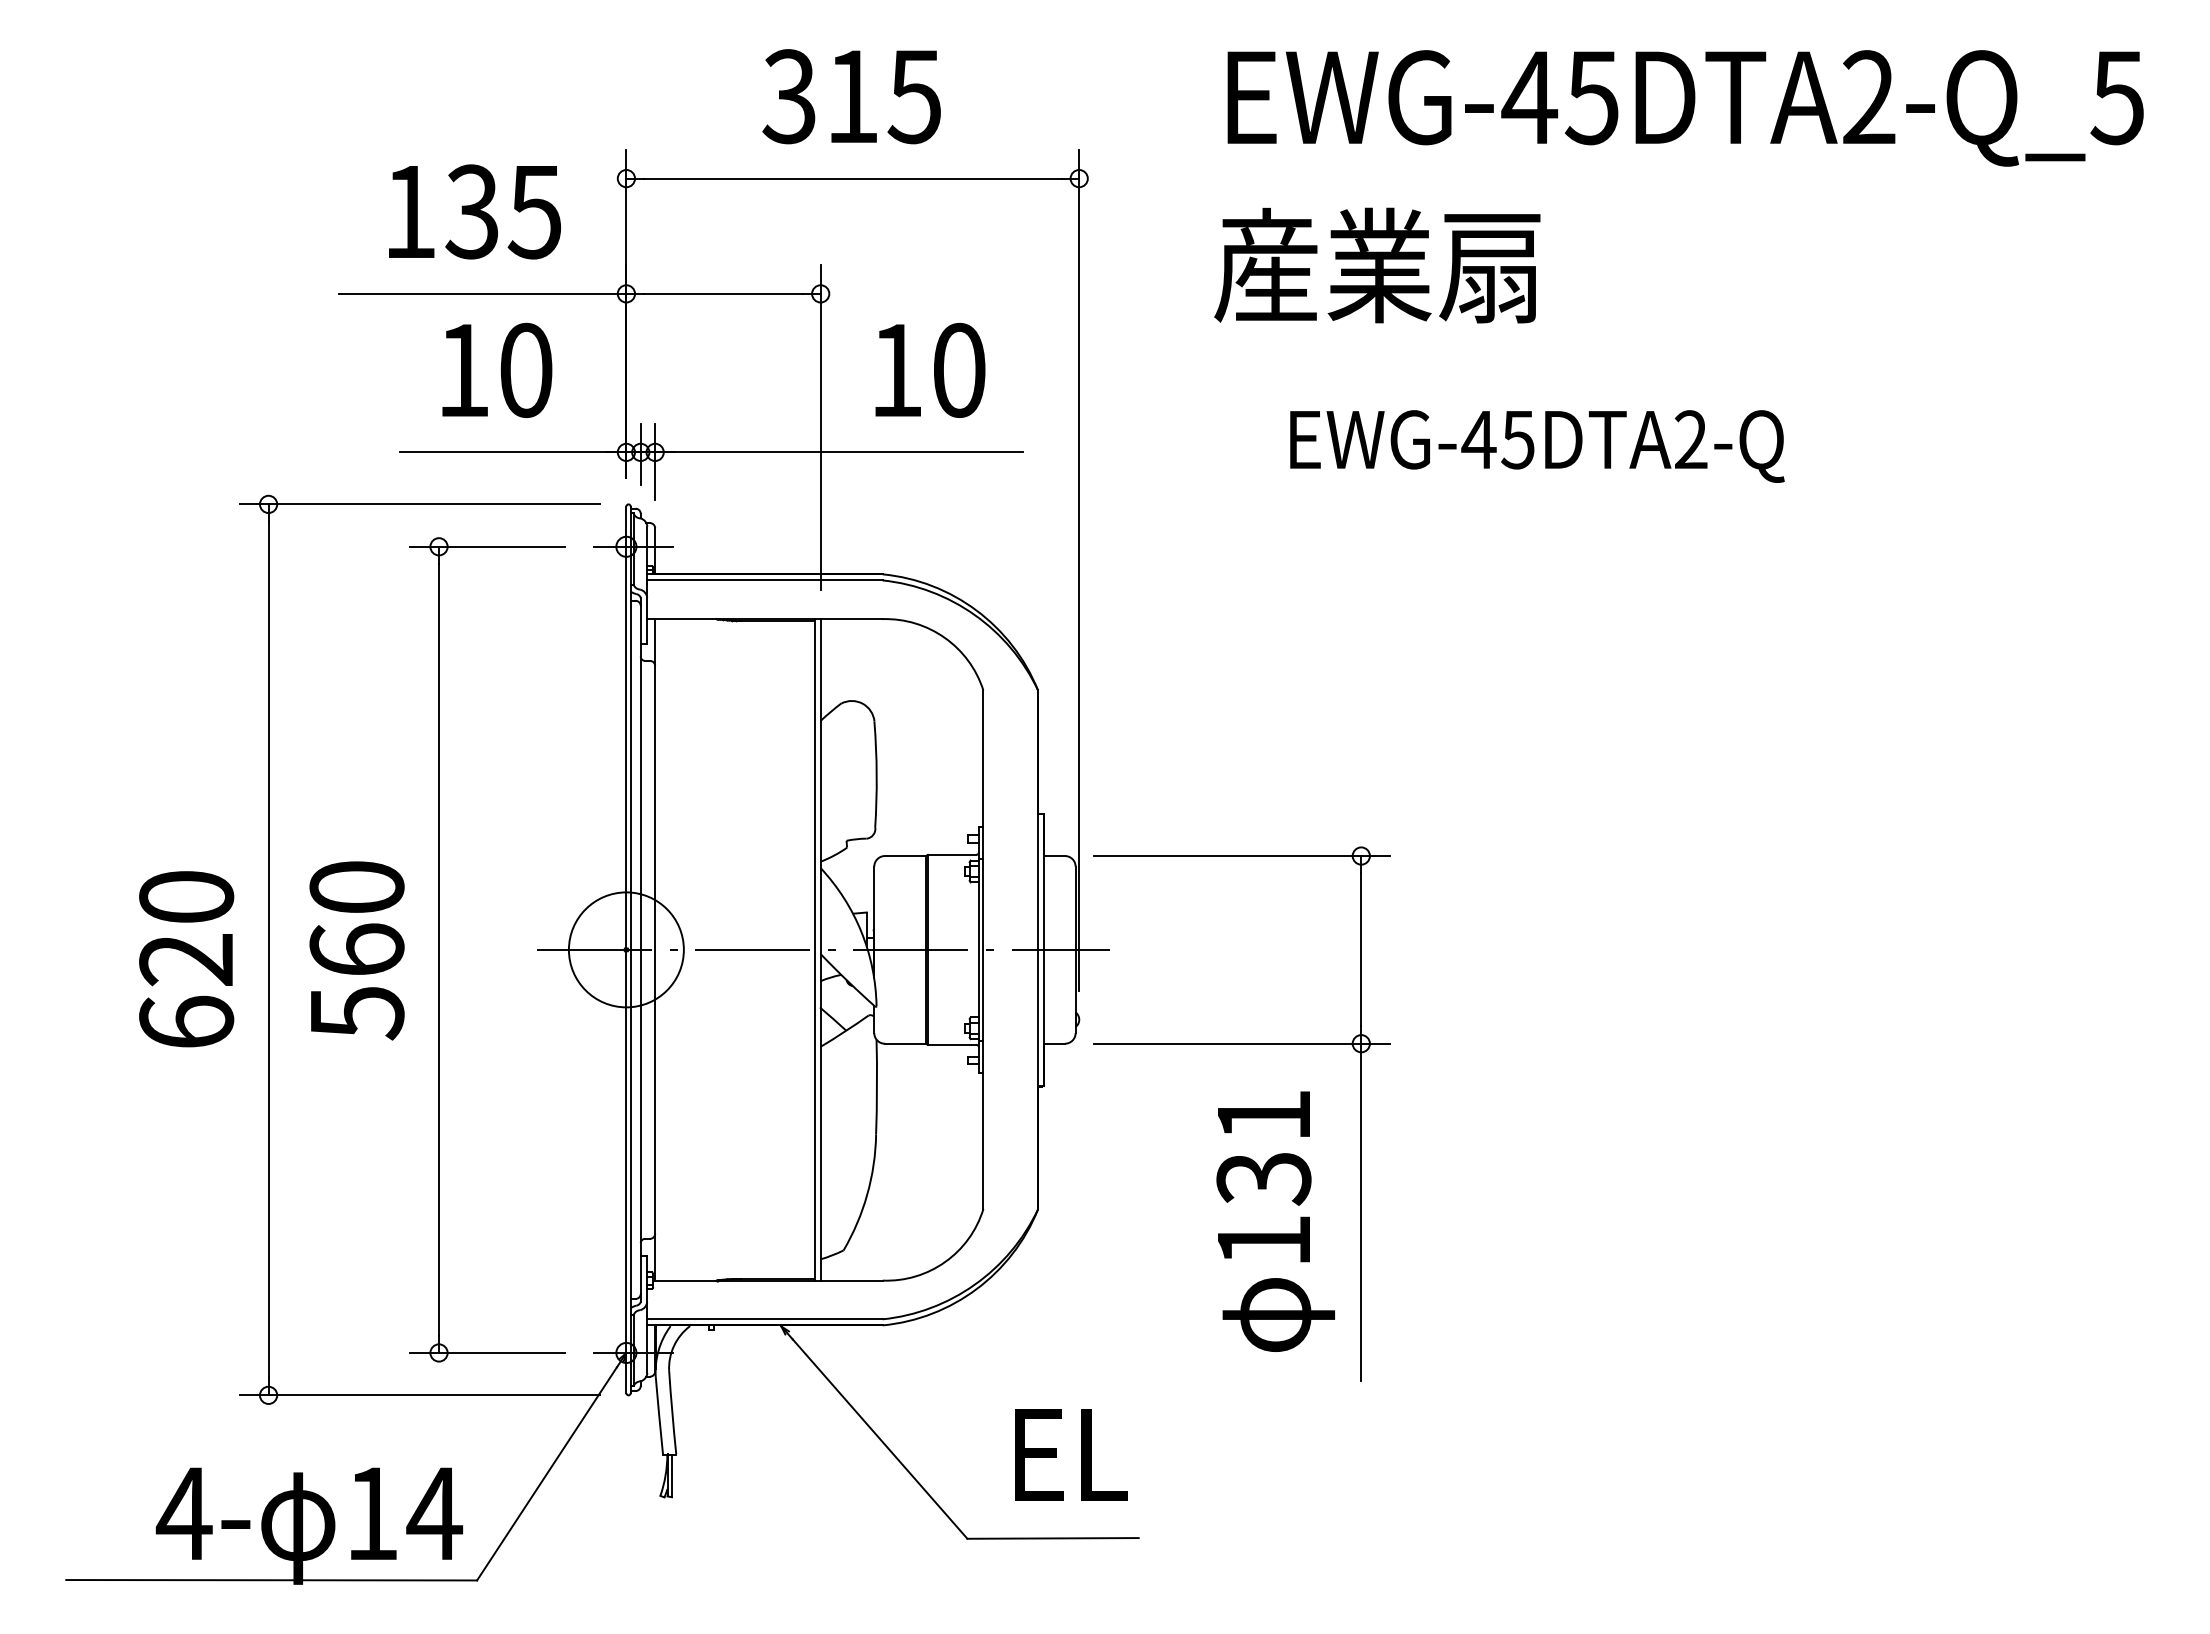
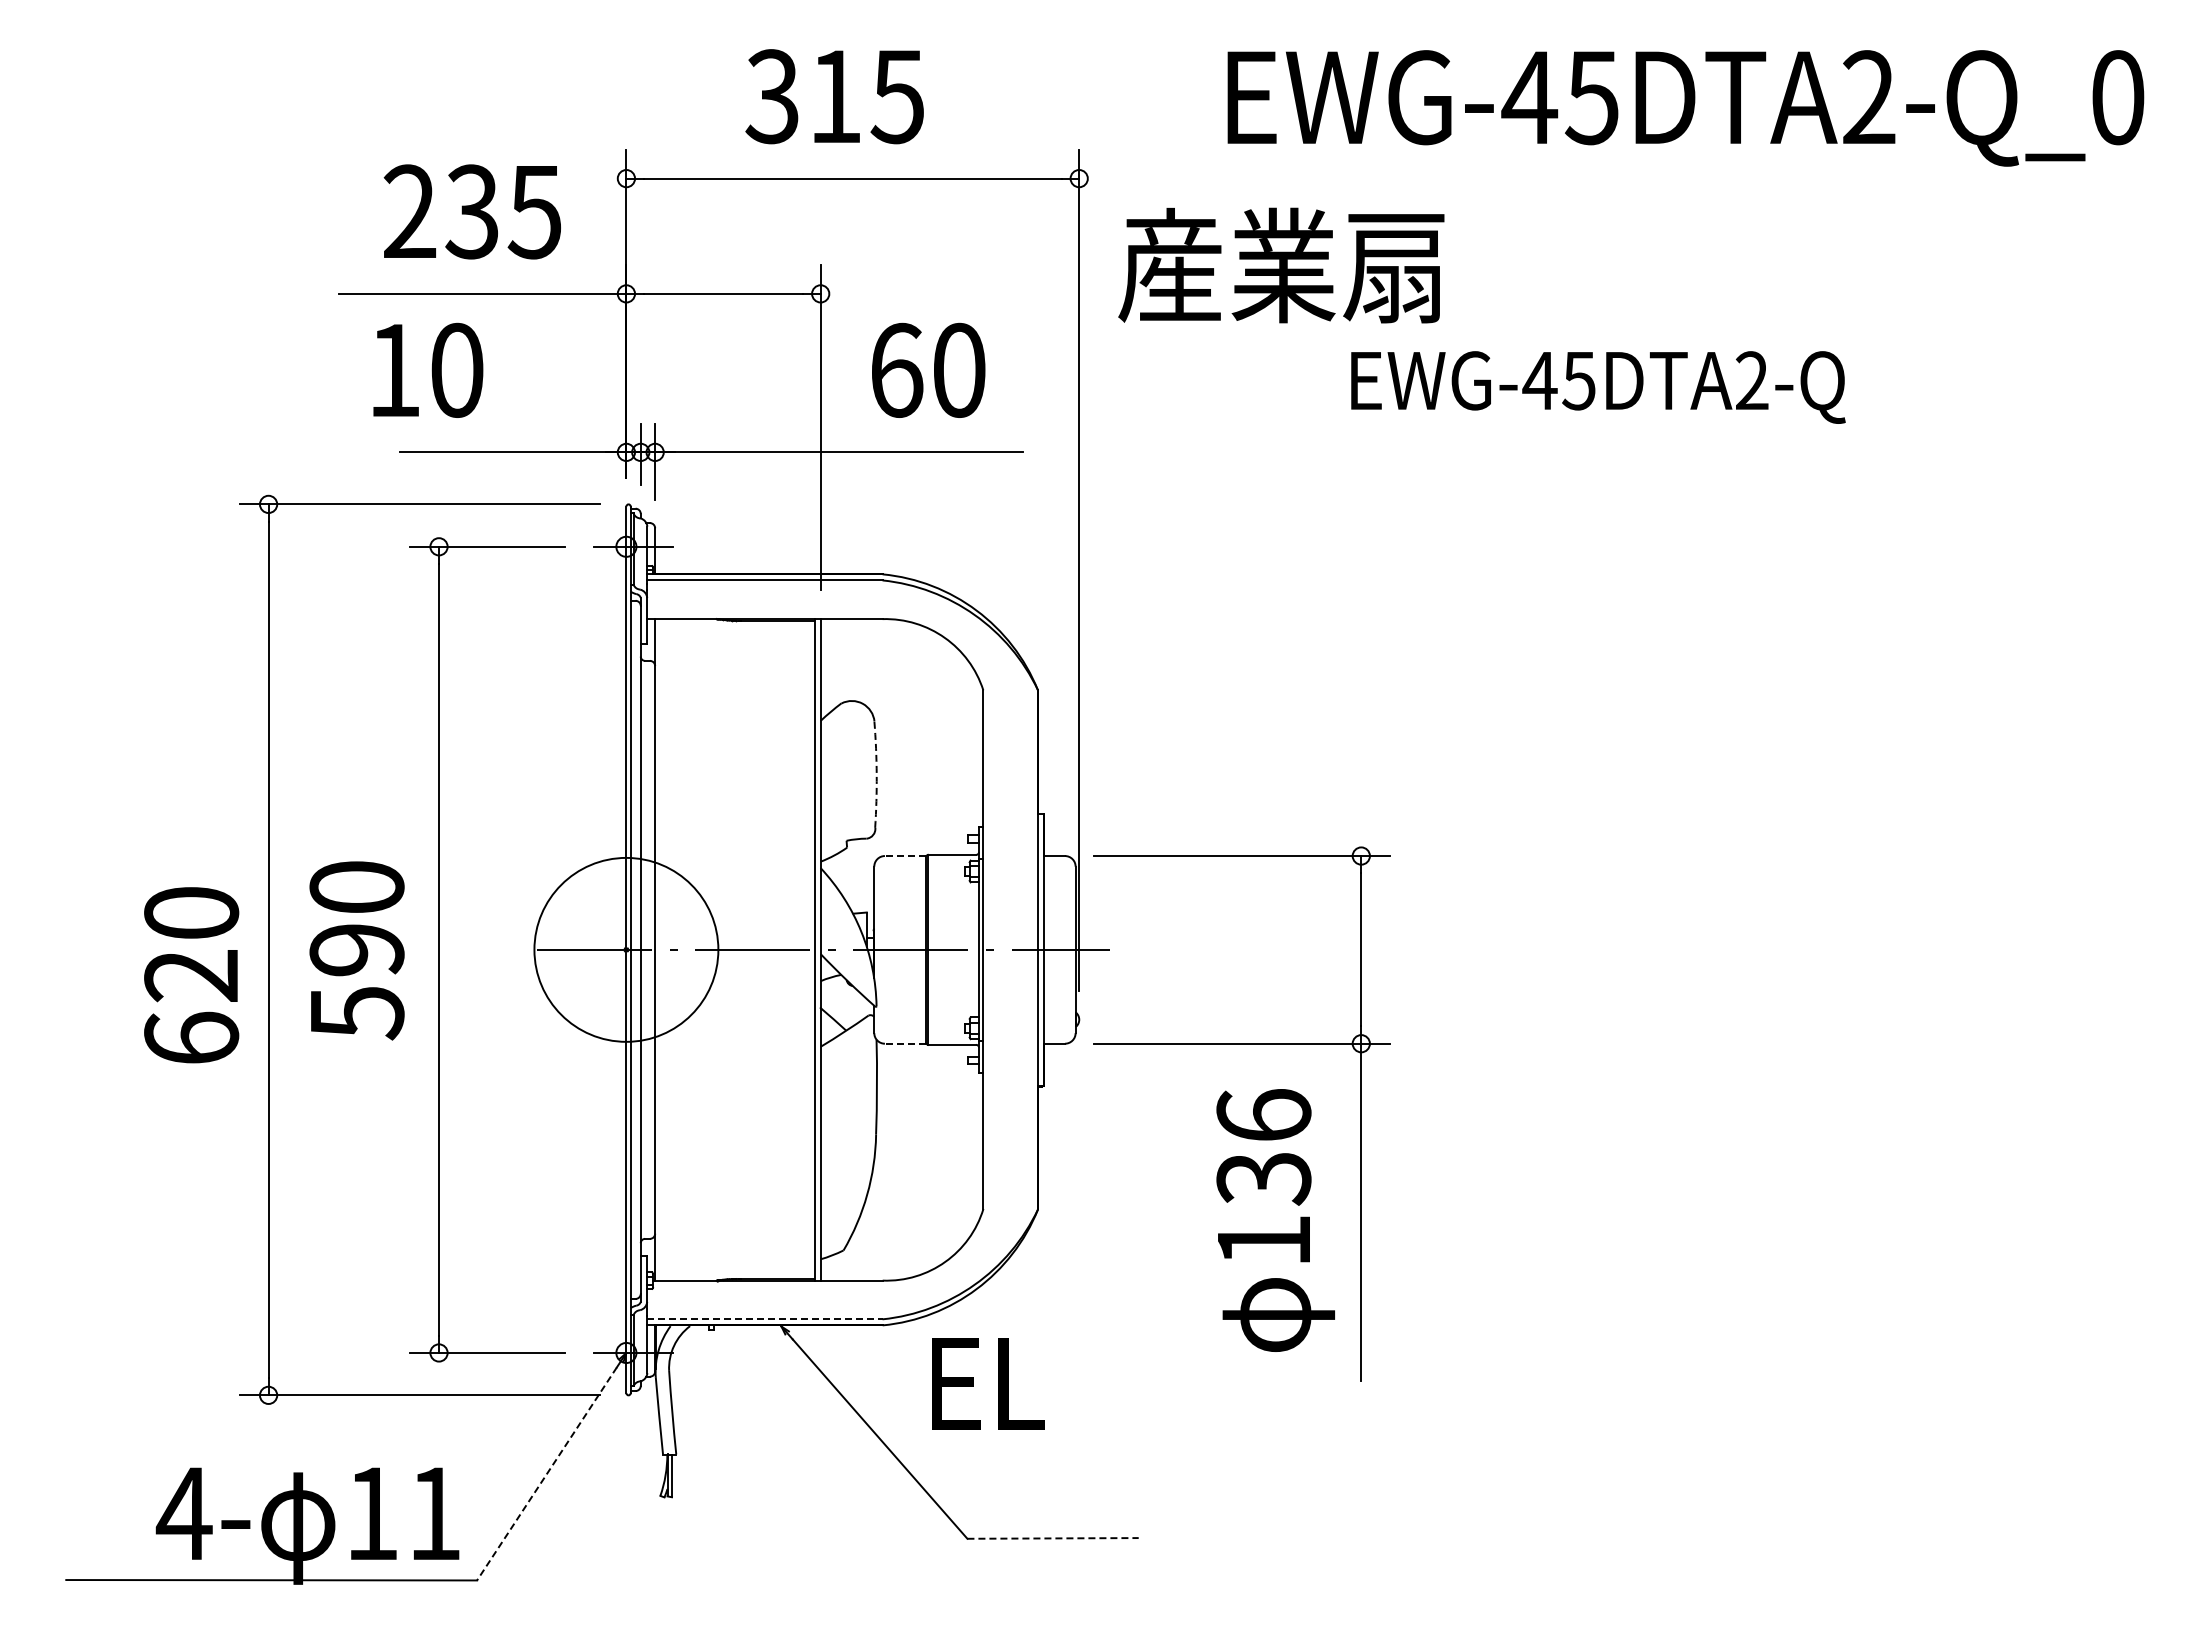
text at (851, 96) position: (851, 96) -> (834, 96)
text at (2117, 97): EWG-45DTA2-Q_5 -> EWG-45DTA2-Q_0
text at (409, 210): 135 -> 235
text at (1377, 265) position: (1377, 265) -> (1281, 265)
text at (497, 369) position: (497, 369) -> (428, 369)
text at (897, 369): 10 -> 60
text at (1537, 446) position: (1537, 446) -> (1598, 387)
arc at (876, 774): solid -> dashed
line at (904, 856): solid -> dashed
text at (356, 949): 560 -> 590
circle at (625, 949) diameter: 115 px -> 184 px
text at (186, 959) position: (186, 959) -> (191, 975)
line at (904, 1043): solid -> dashed
text at (1263, 1114): 131 -> 136
line at (764, 1319): solid -> dashed
text at (1071, 1454) position: (1071, 1454) -> (988, 1383)
line at (546, 1474): solid -> dashed
text at (434, 1513): 14 -> 11
line at (1053, 1538): solid -> dashed
